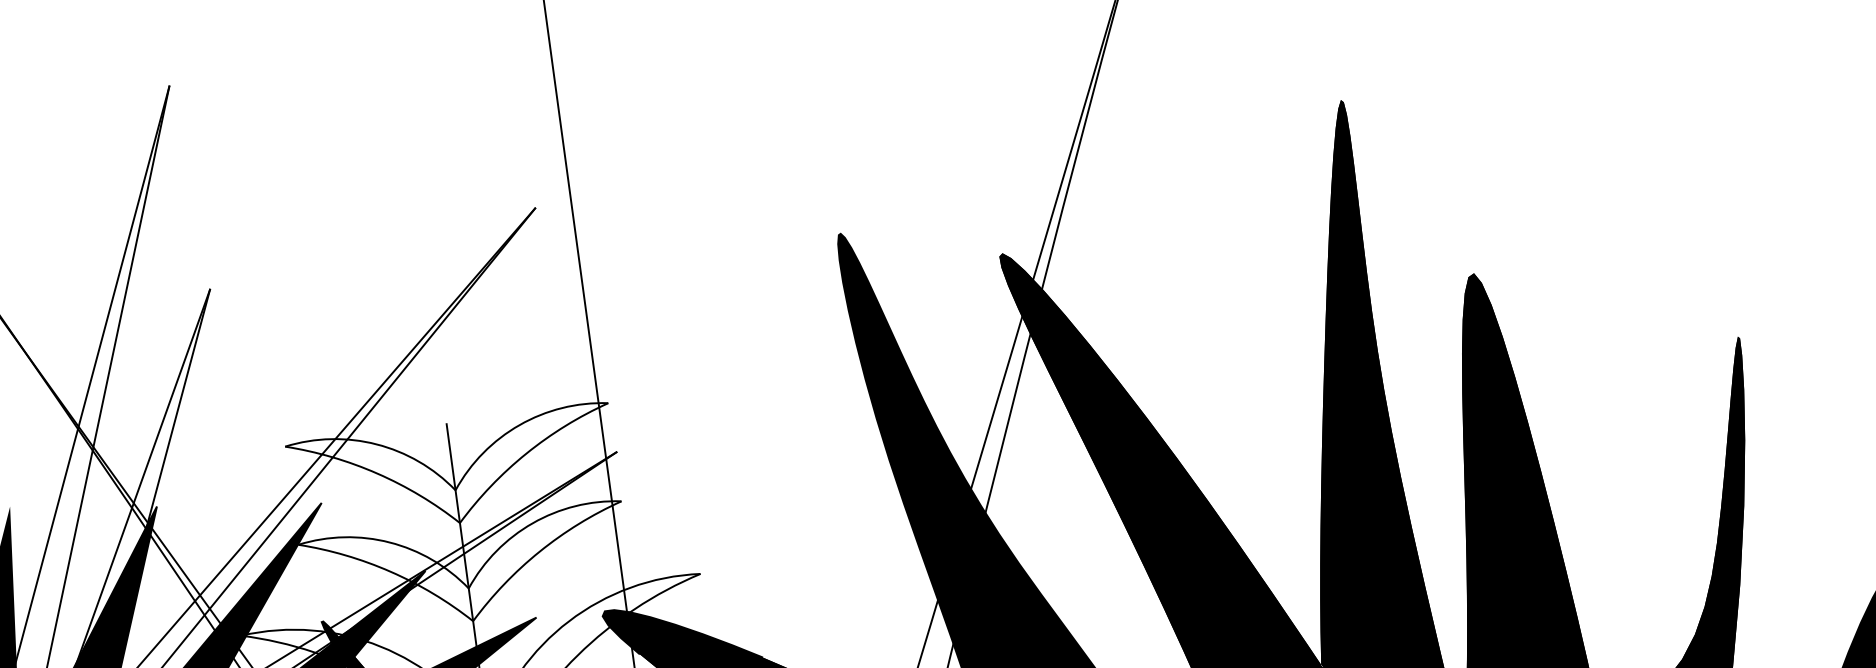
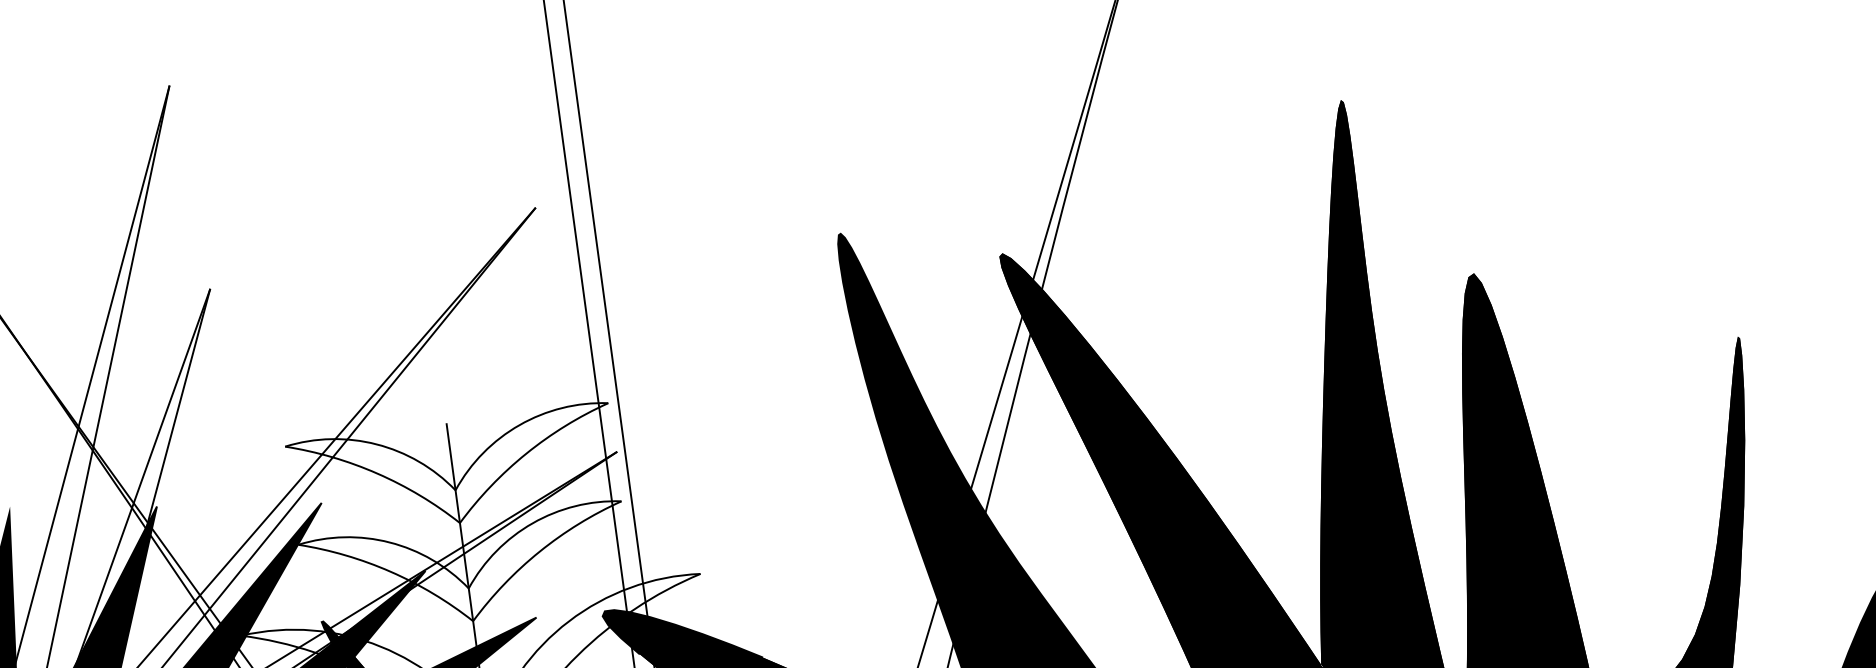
line at (608, 333): none -> present
